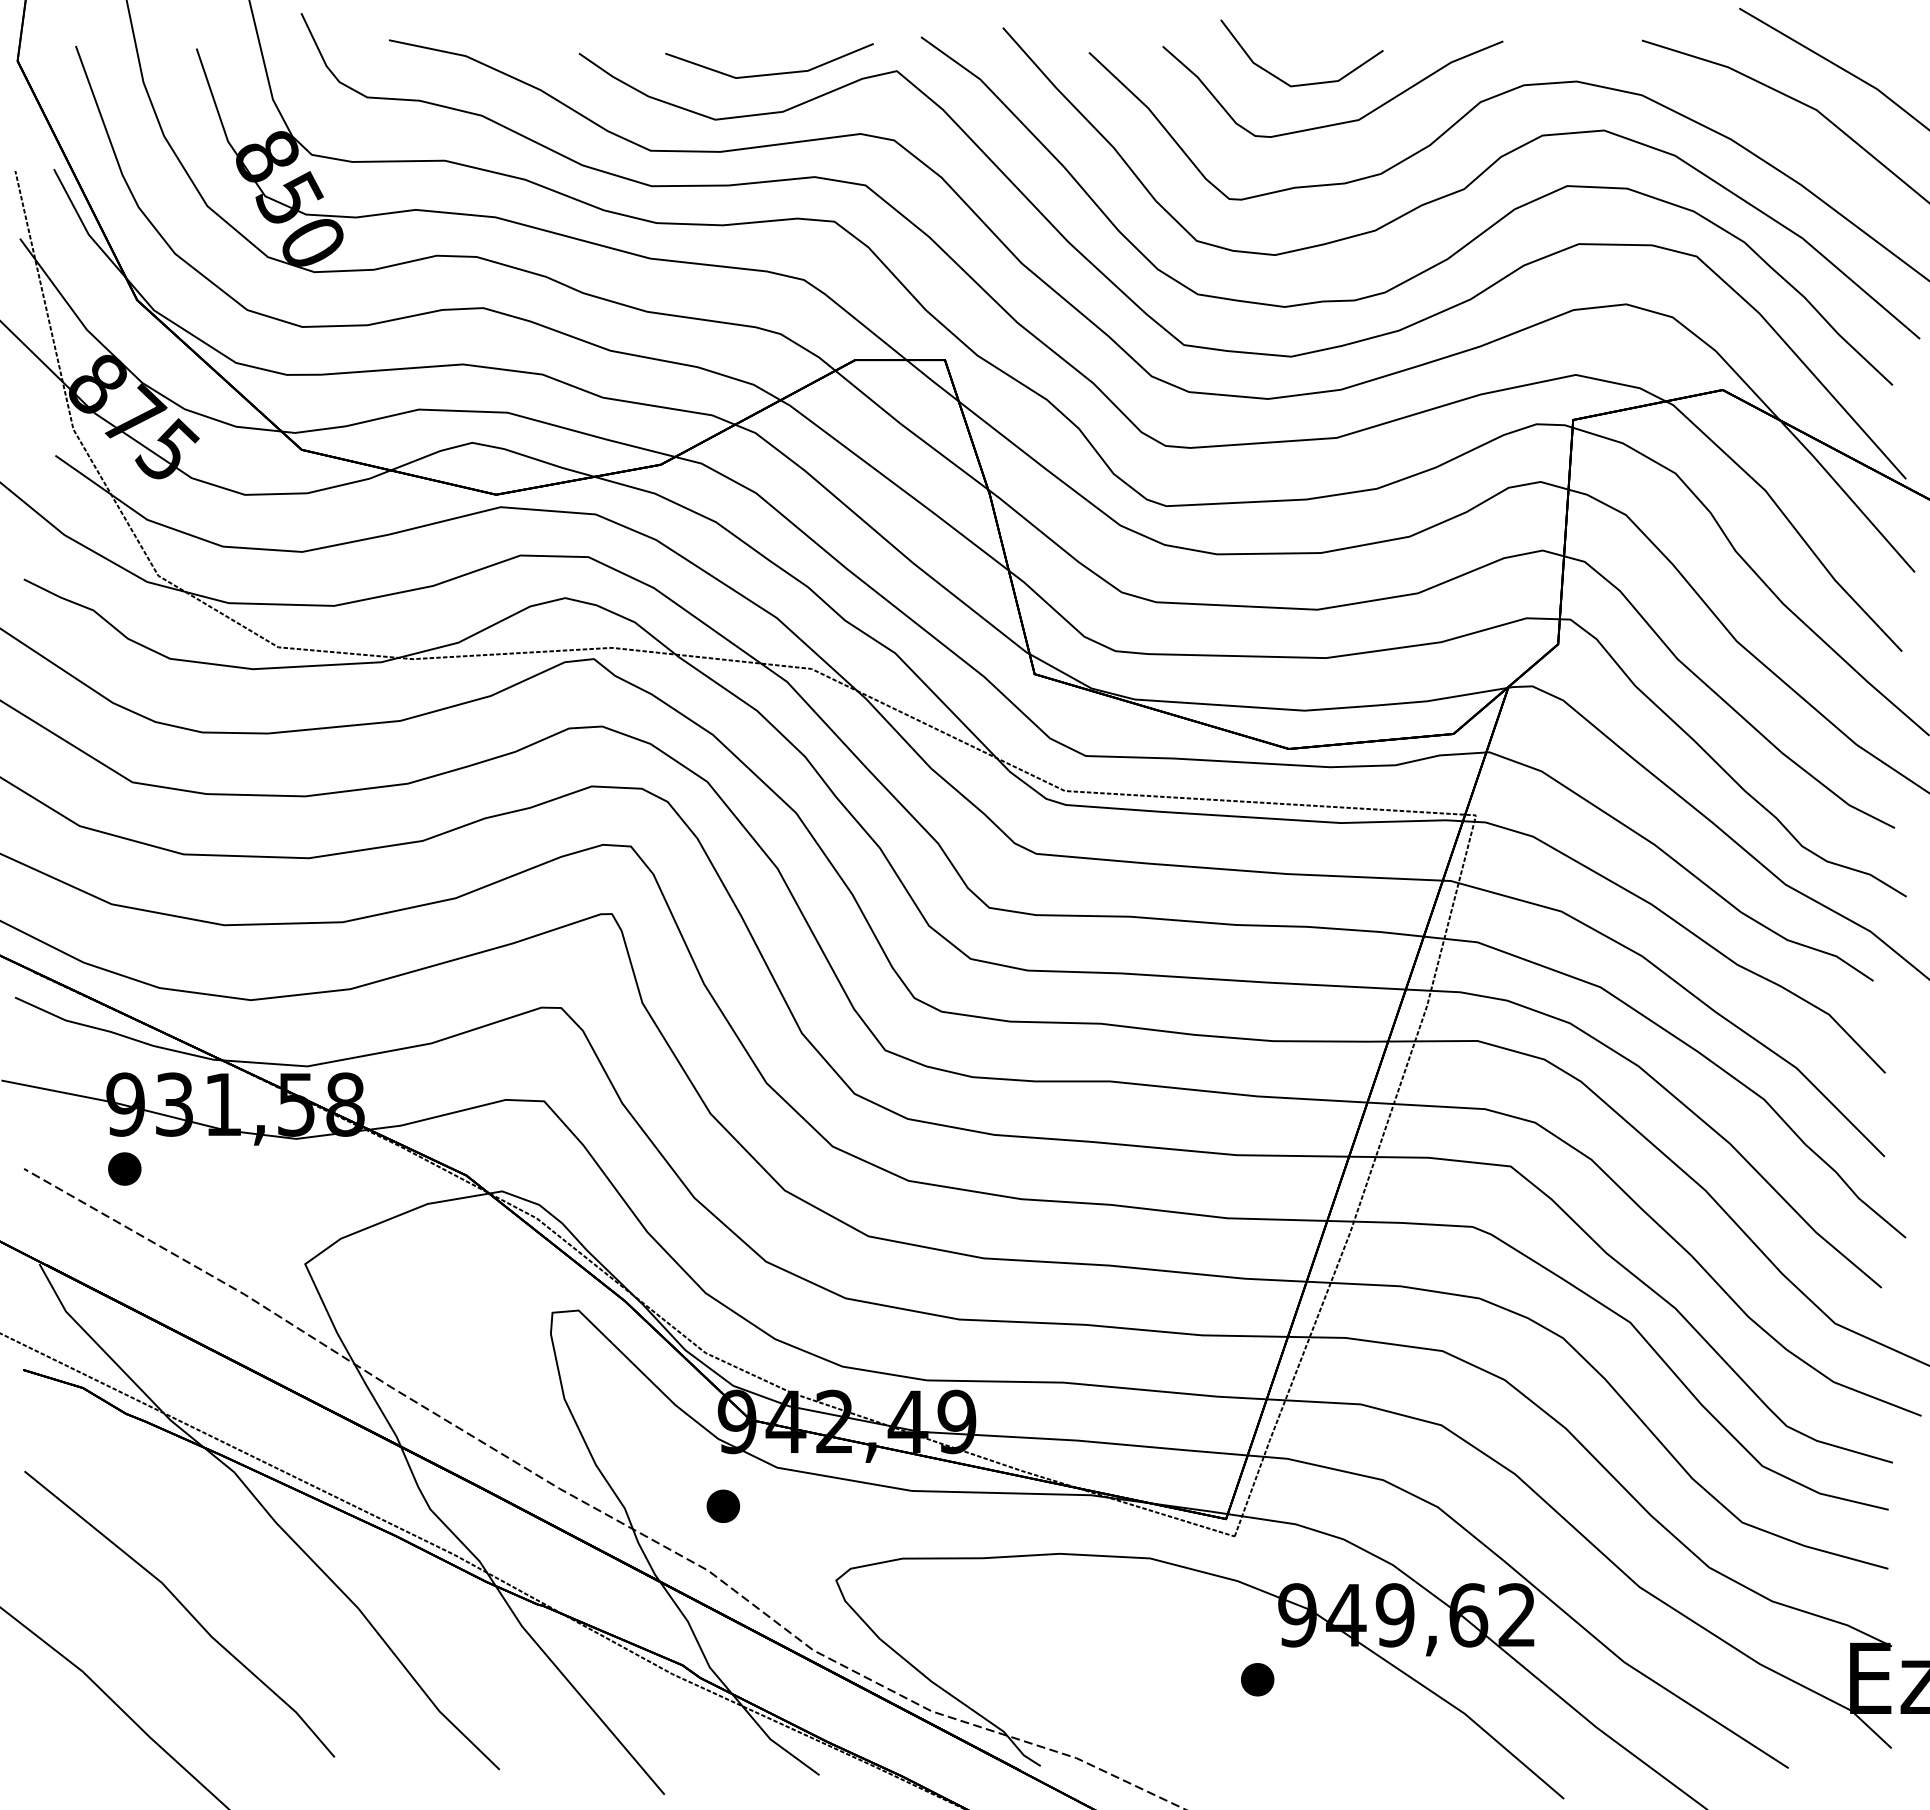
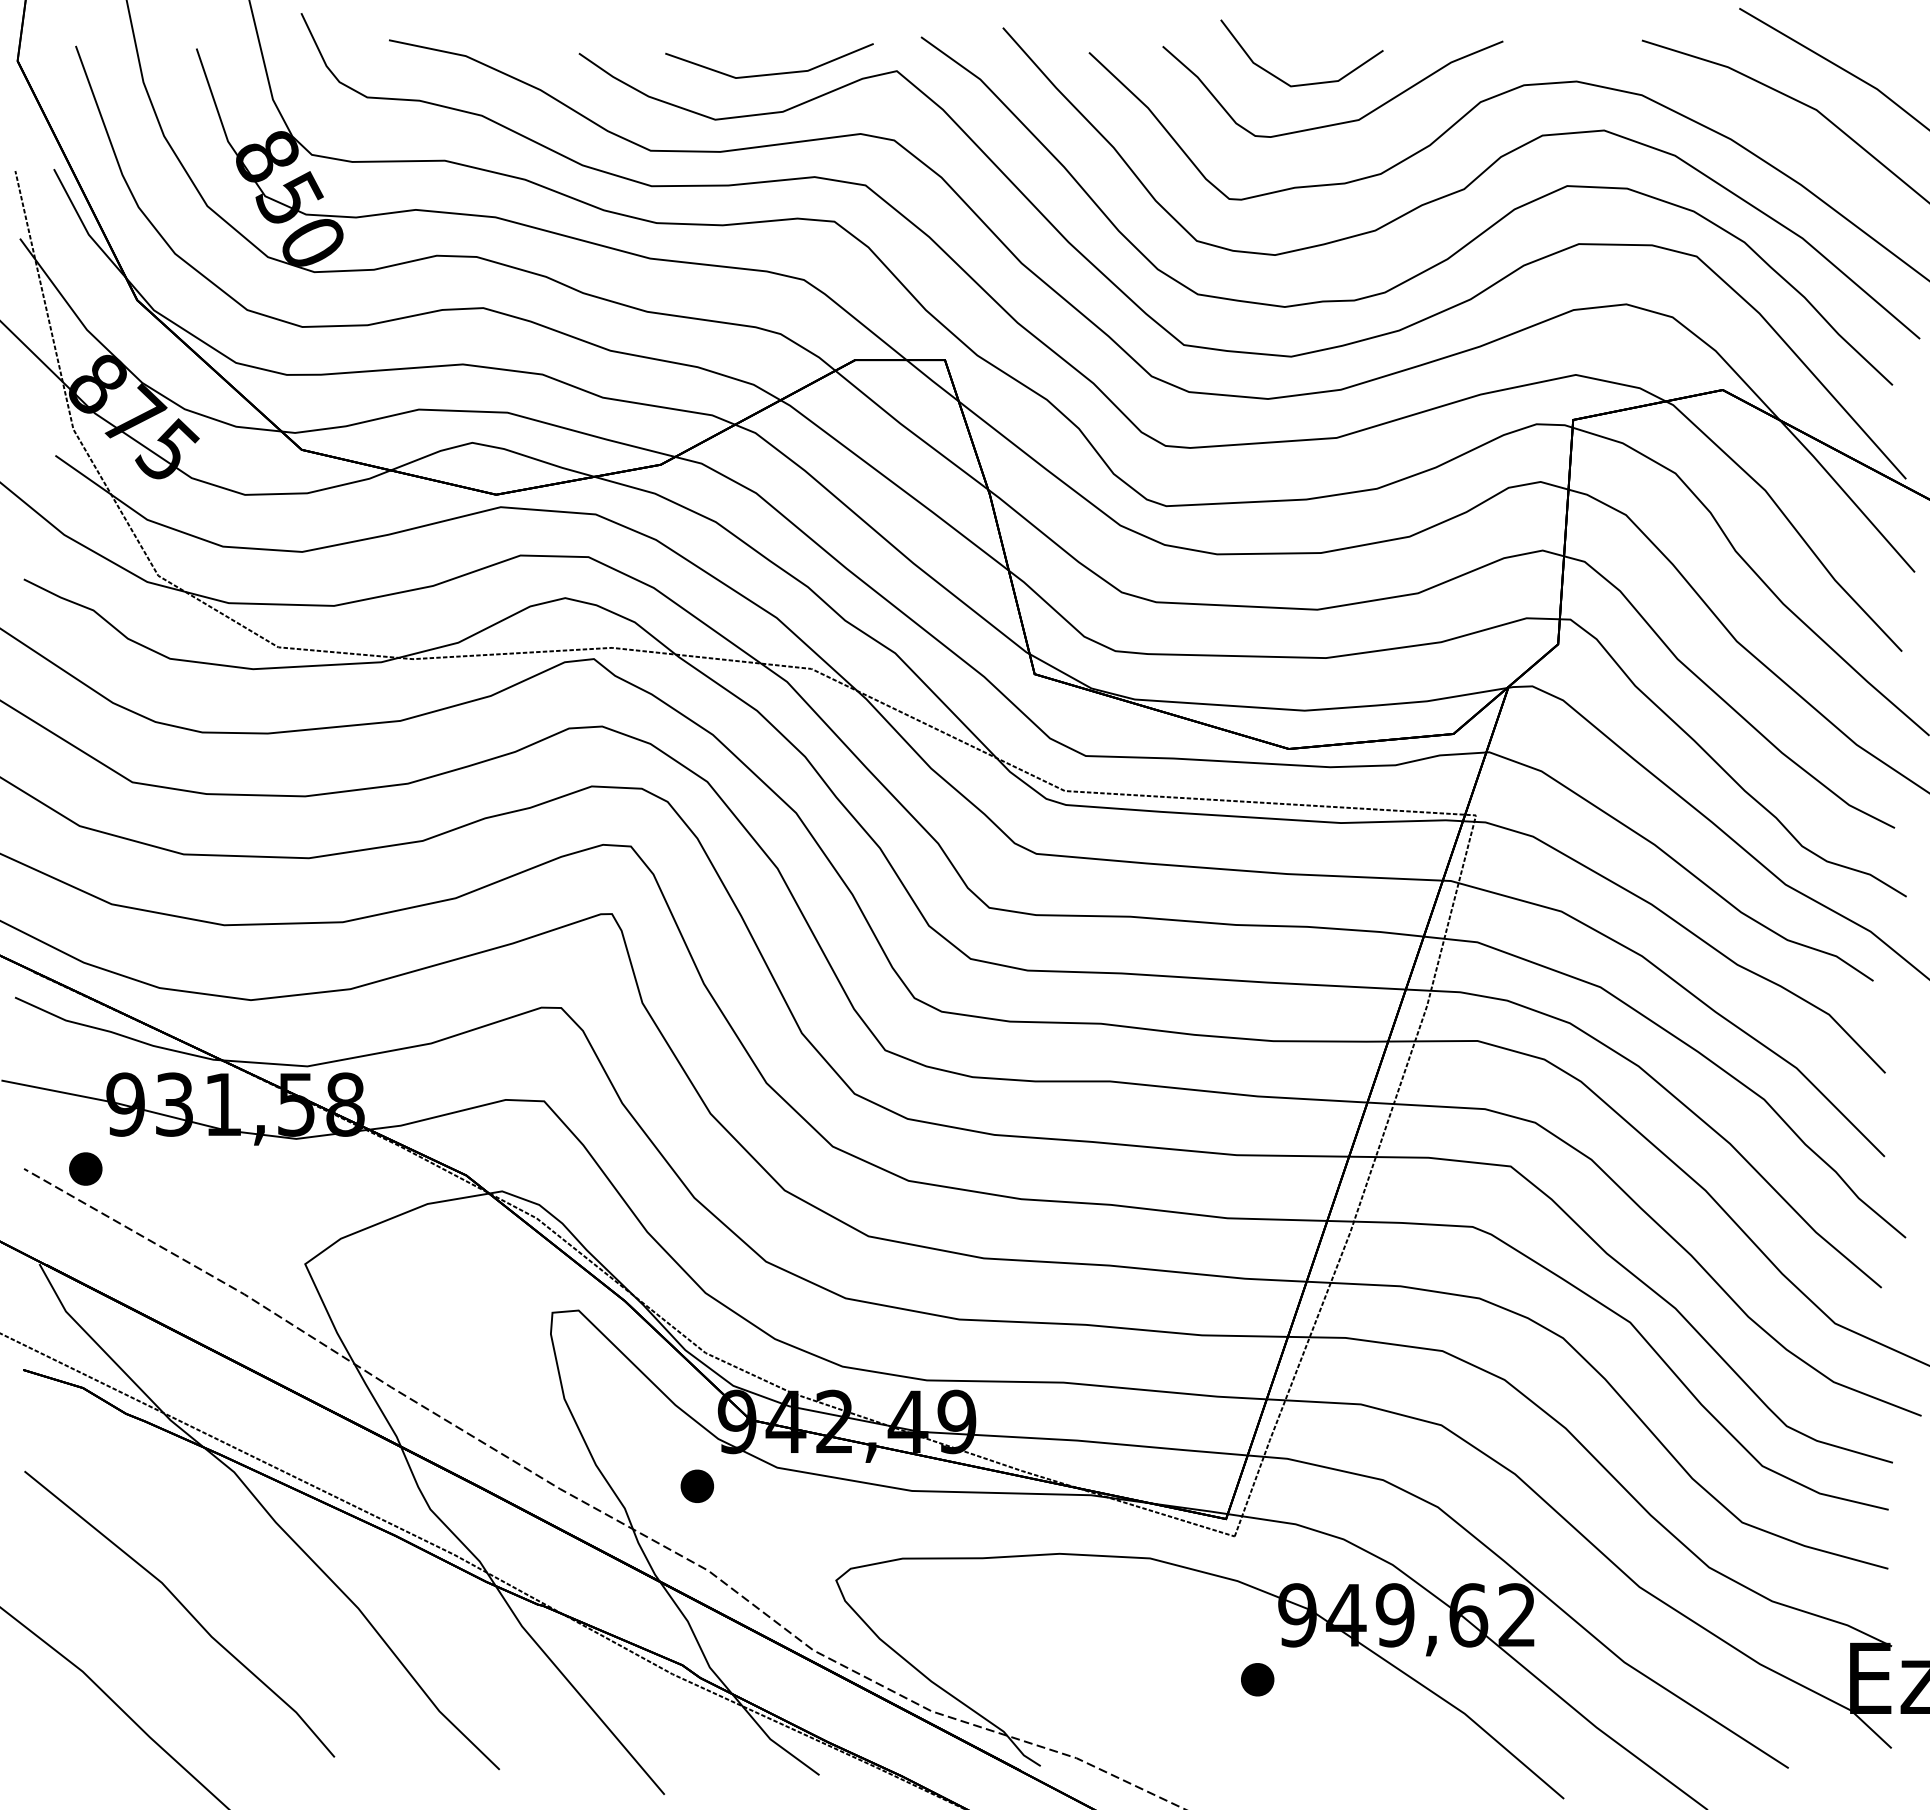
part at (124, 1168) position: (124, 1168) -> (85, 1168)
part at (722, 1505) position: (722, 1505) -> (696, 1485)
